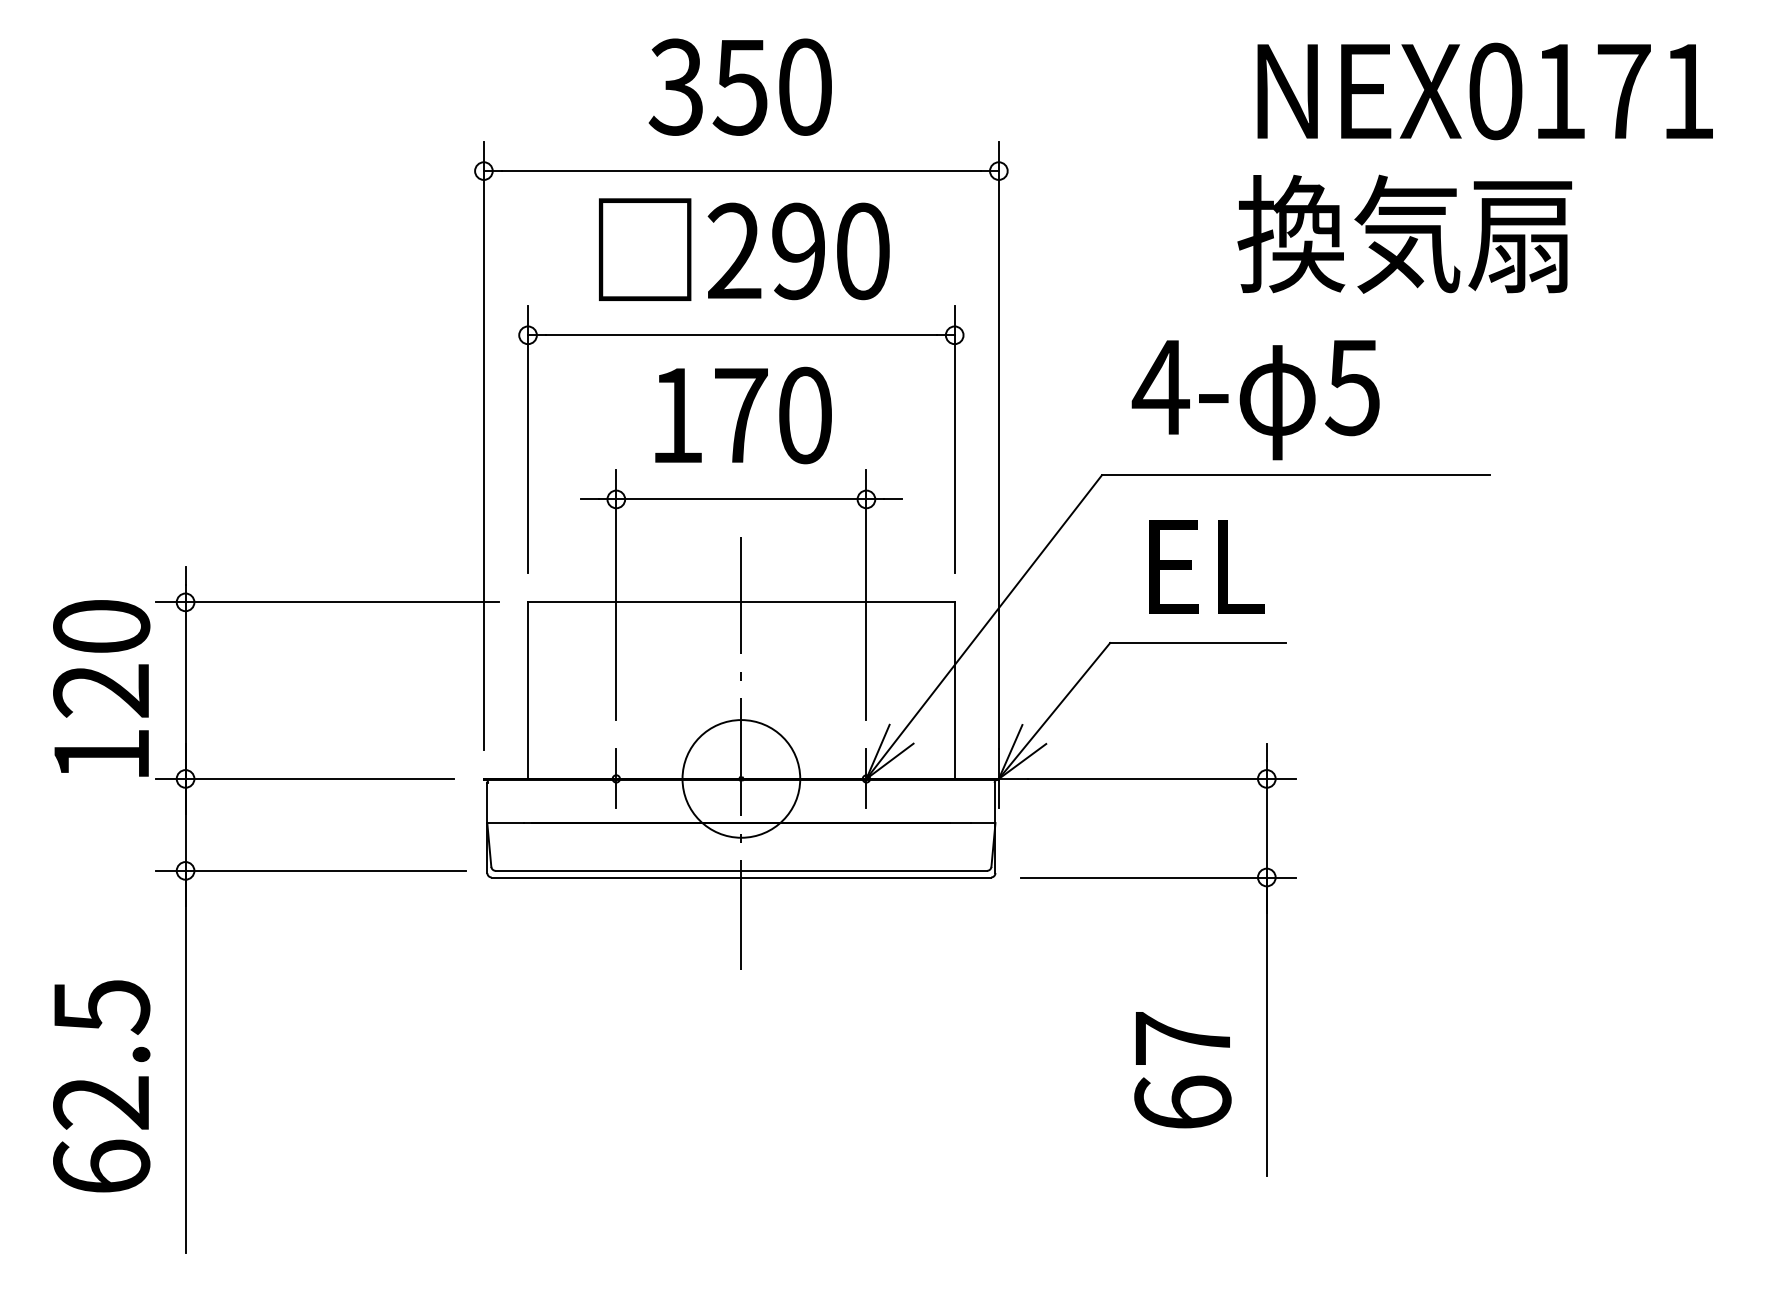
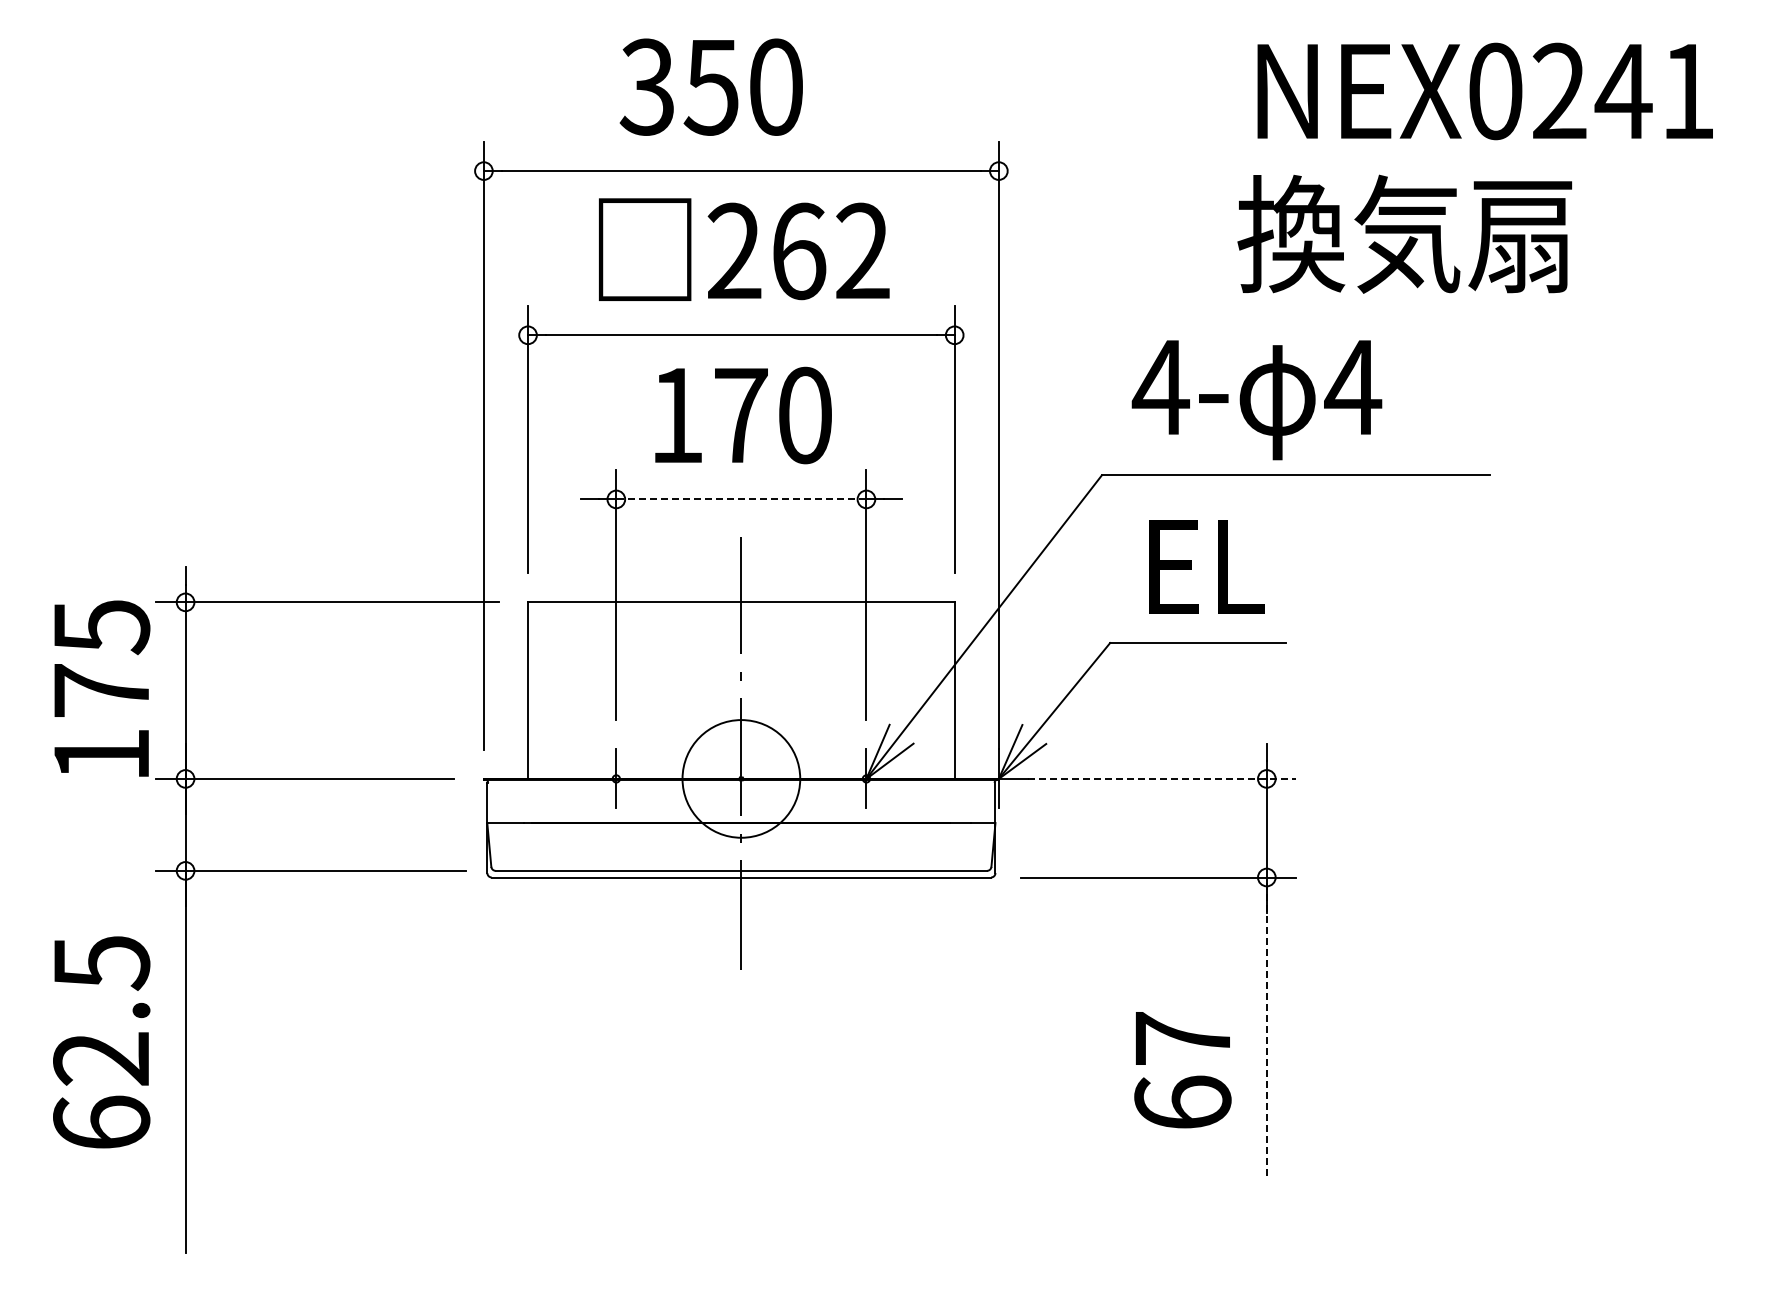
text at (739, 86) position: (739, 86) -> (710, 86)
text at (1592, 90): NEX0171 -> NEX0241
text at (830, 251): 290 -> 262
text at (1353, 388): 5 -> 4
line at (740, 499): solid -> dashed
text at (101, 658): 120 -> 175
line at (1162, 778): solid -> dashed
line at (1266, 1026): solid -> dashed
text at (101, 1086) position: (101, 1086) -> (101, 1042)
